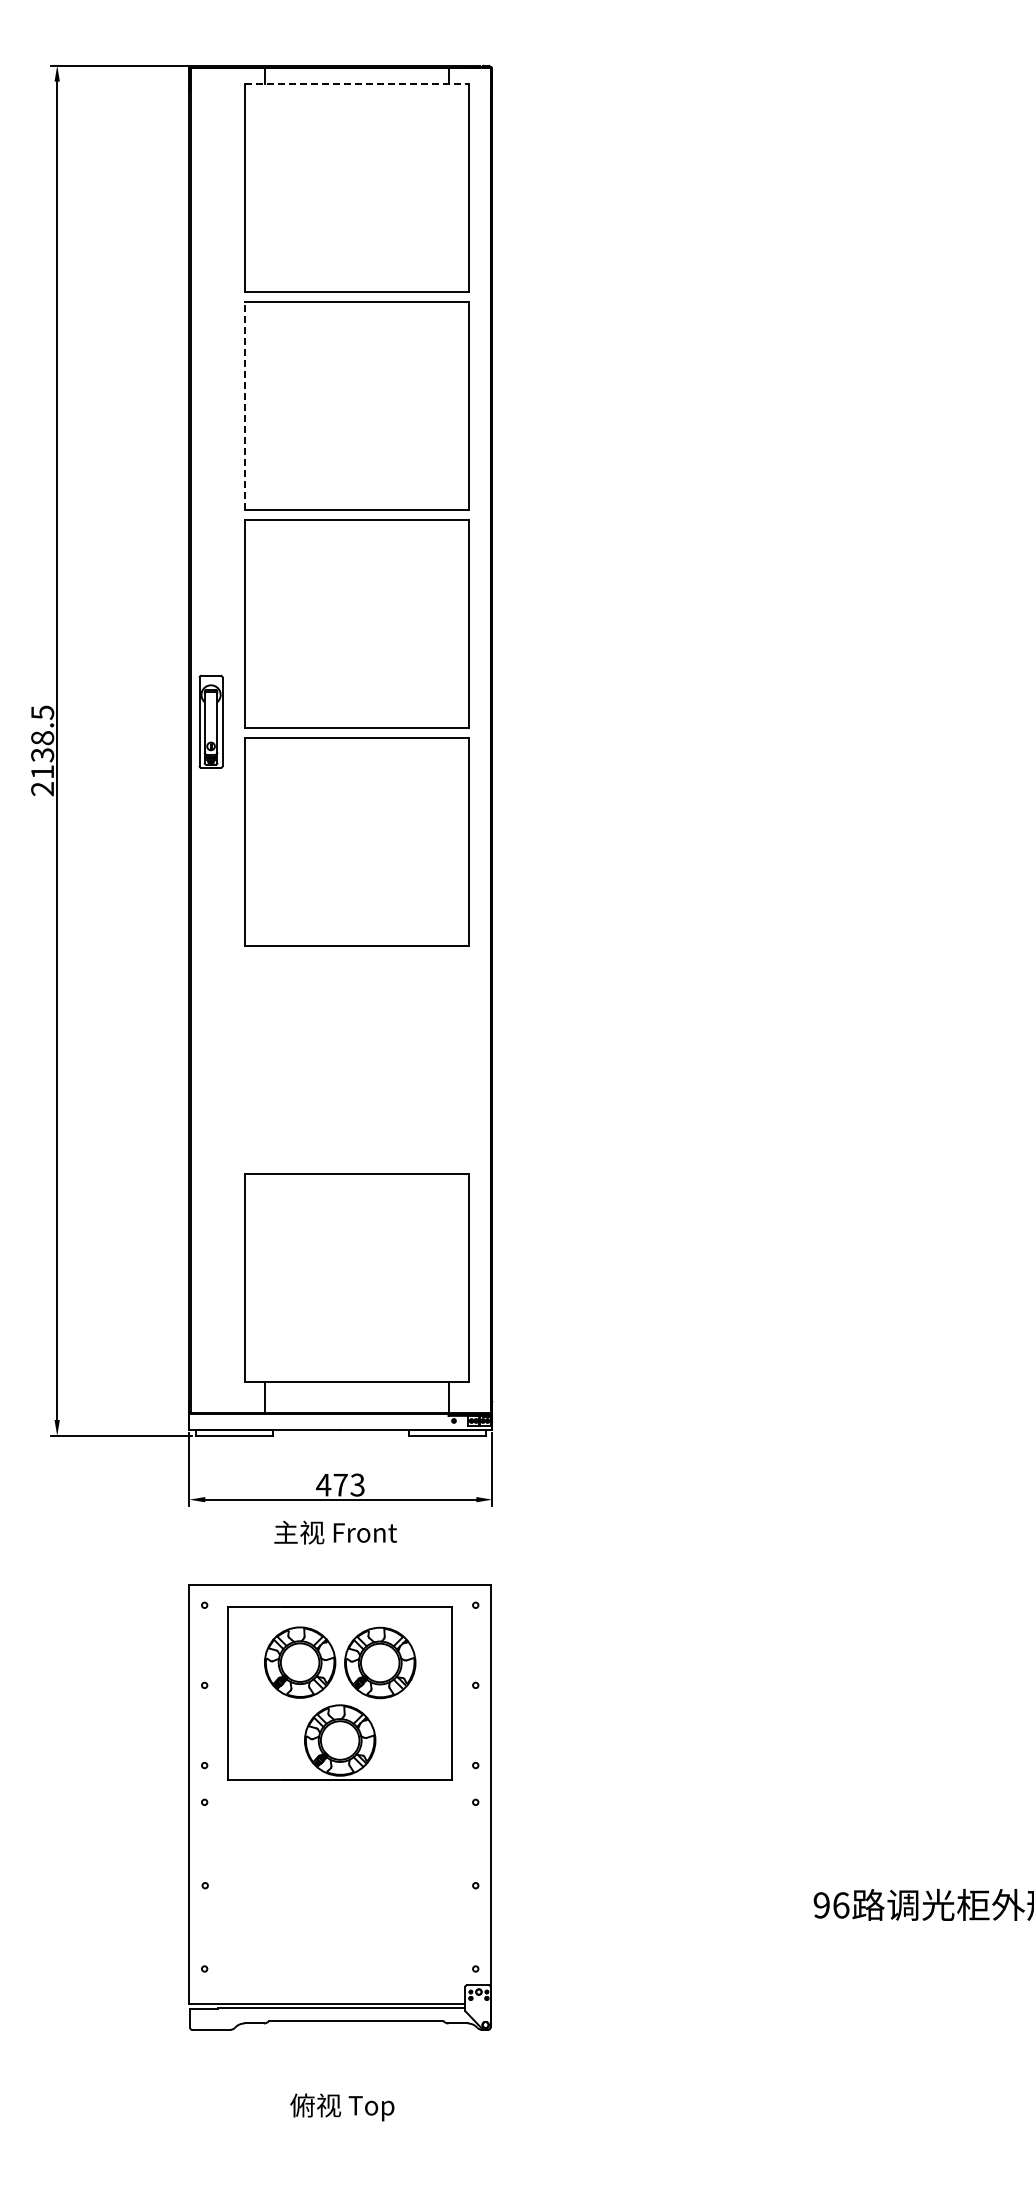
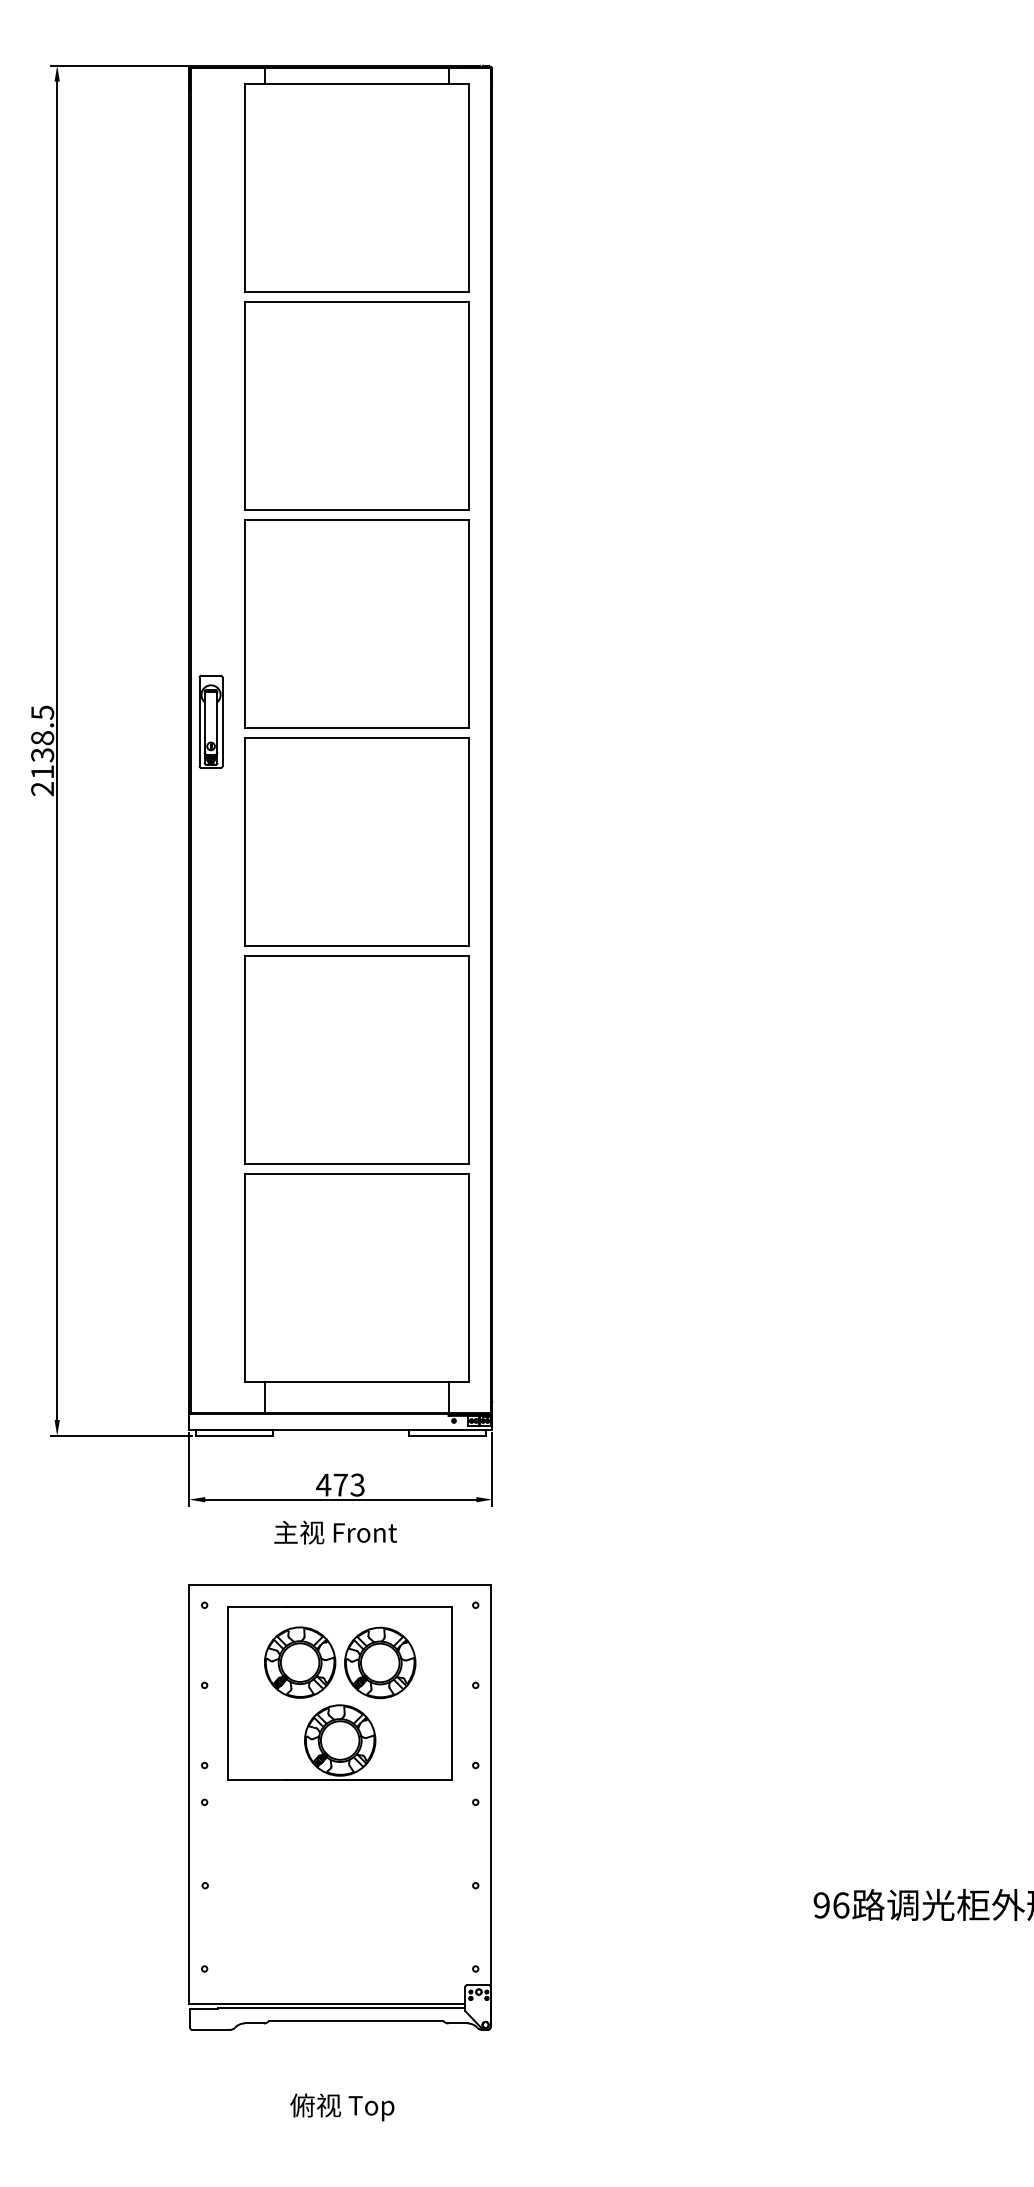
line at (357, 84): dashed -> solid
line at (244, 405): dashed -> solid
part at (356, 1059): none -> present
